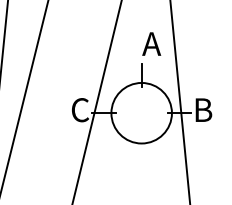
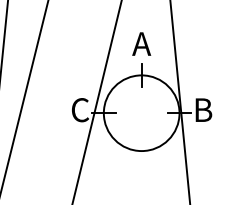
text at (151, 43) position: (151, 43) -> (141, 43)
circle at (141, 112) diameter: 61 px -> 76 px
